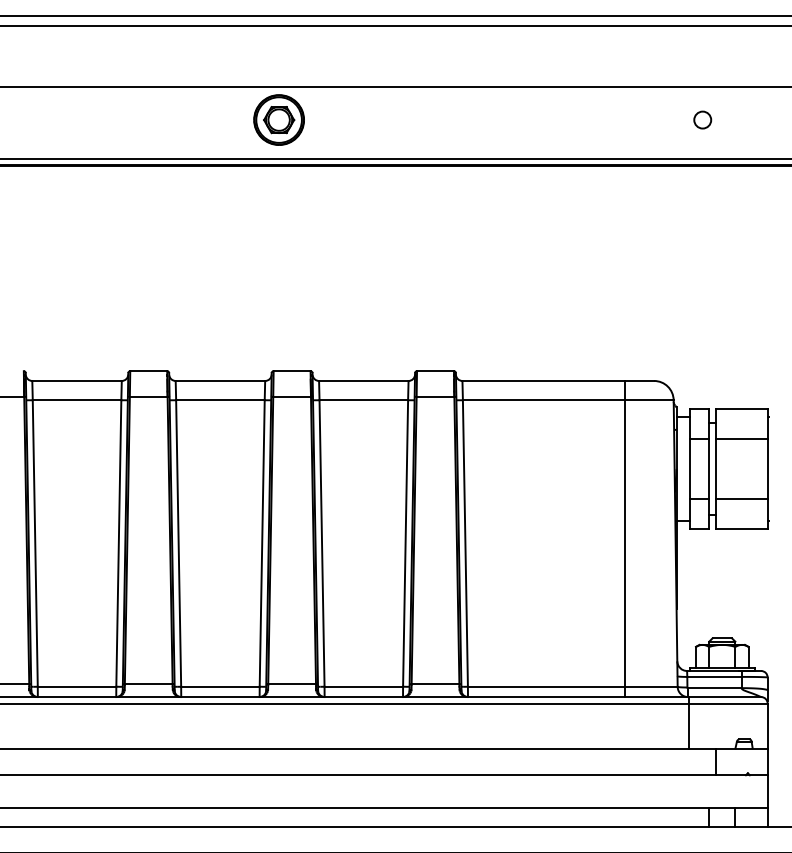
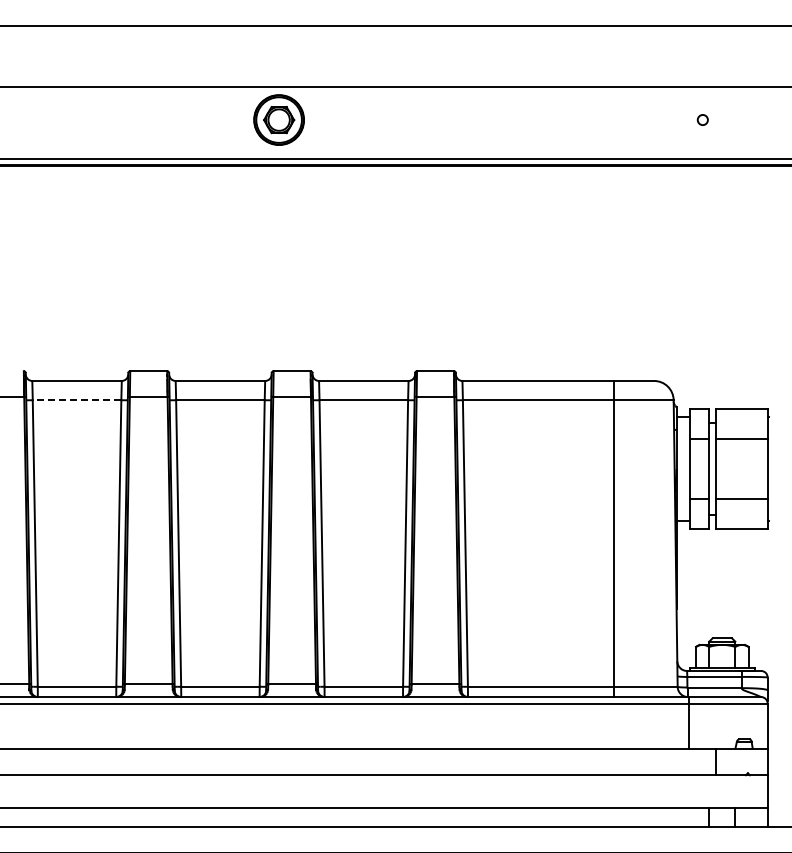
line at (395, 15): present -> none
circle at (702, 119) size: 20x20 px -> 13x12 px
line at (76, 400): solid -> dashed
line at (624, 538) position: (624, 538) -> (613, 538)
